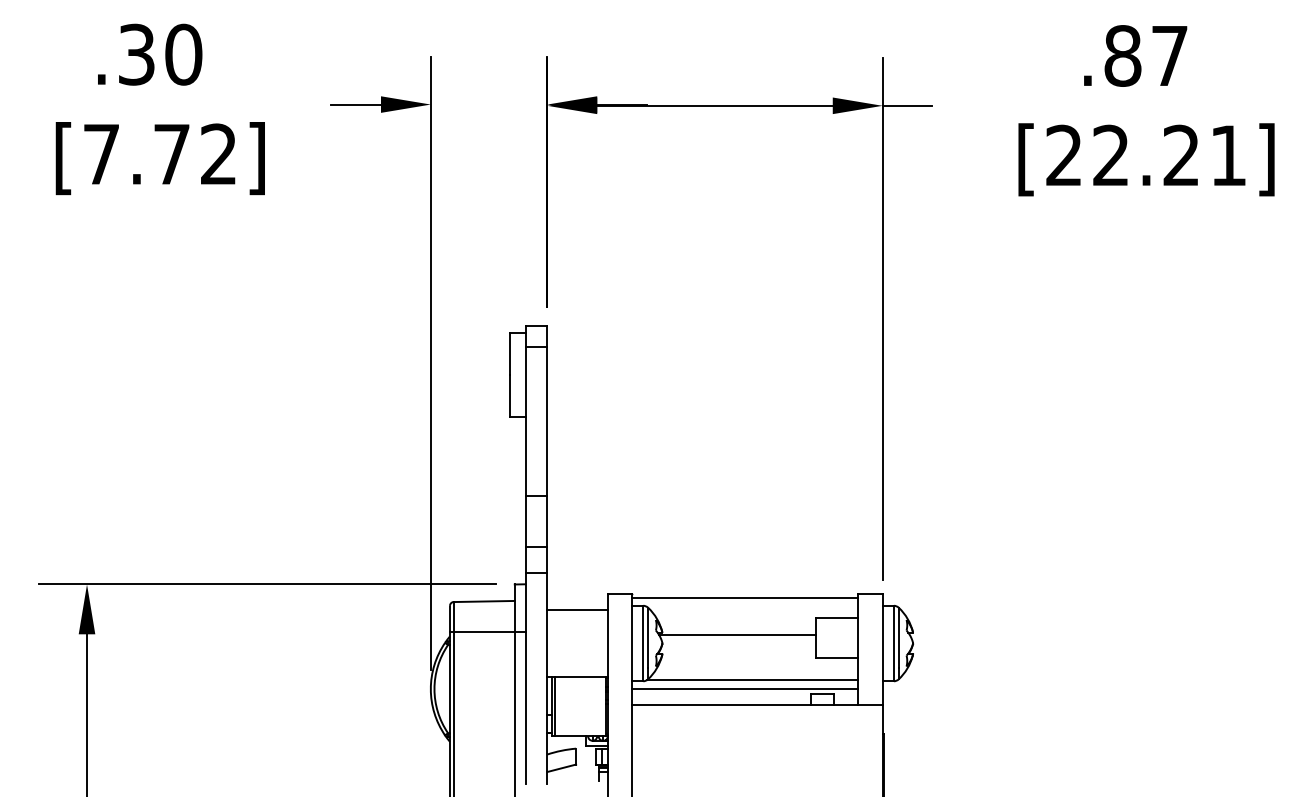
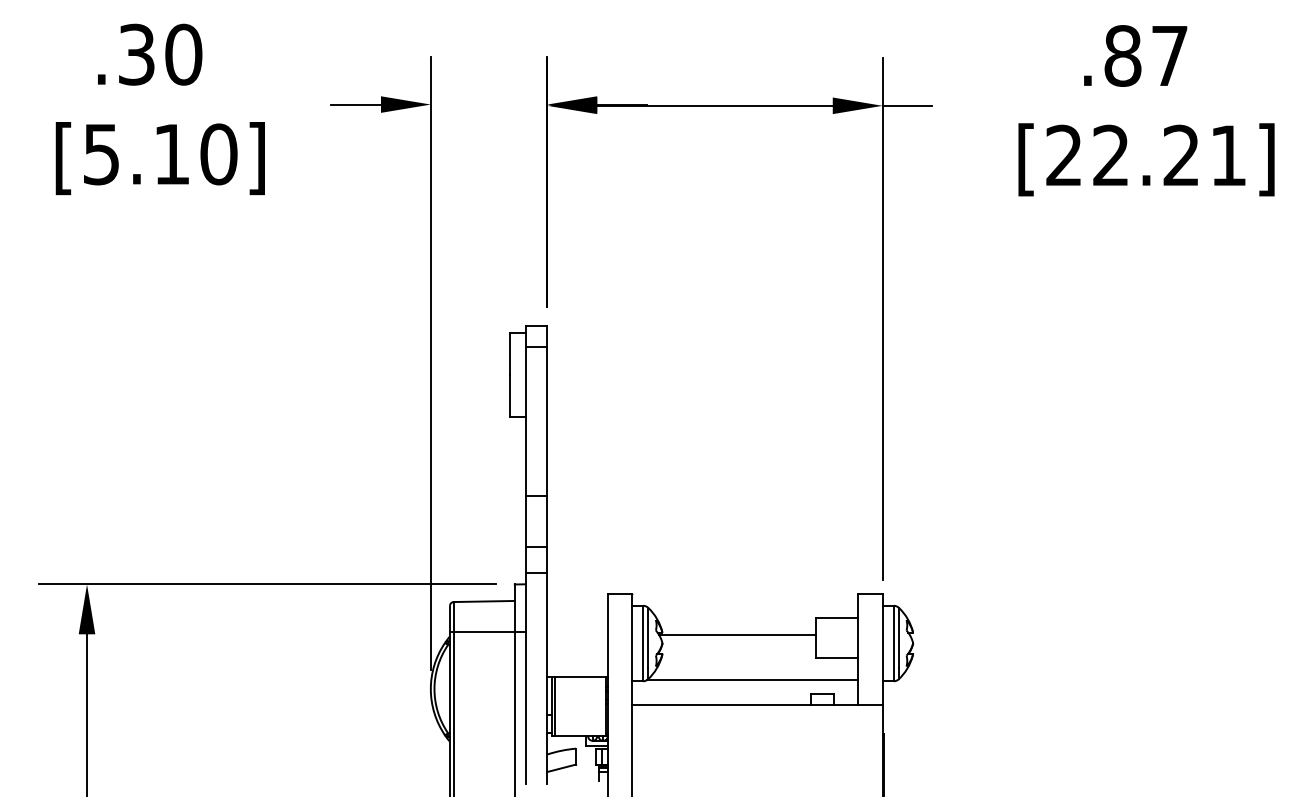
text at (160, 154): [7.72] -> [5.10]
line at (744, 598): present -> none
line at (577, 609): present -> none
line at (744, 688): present -> none
